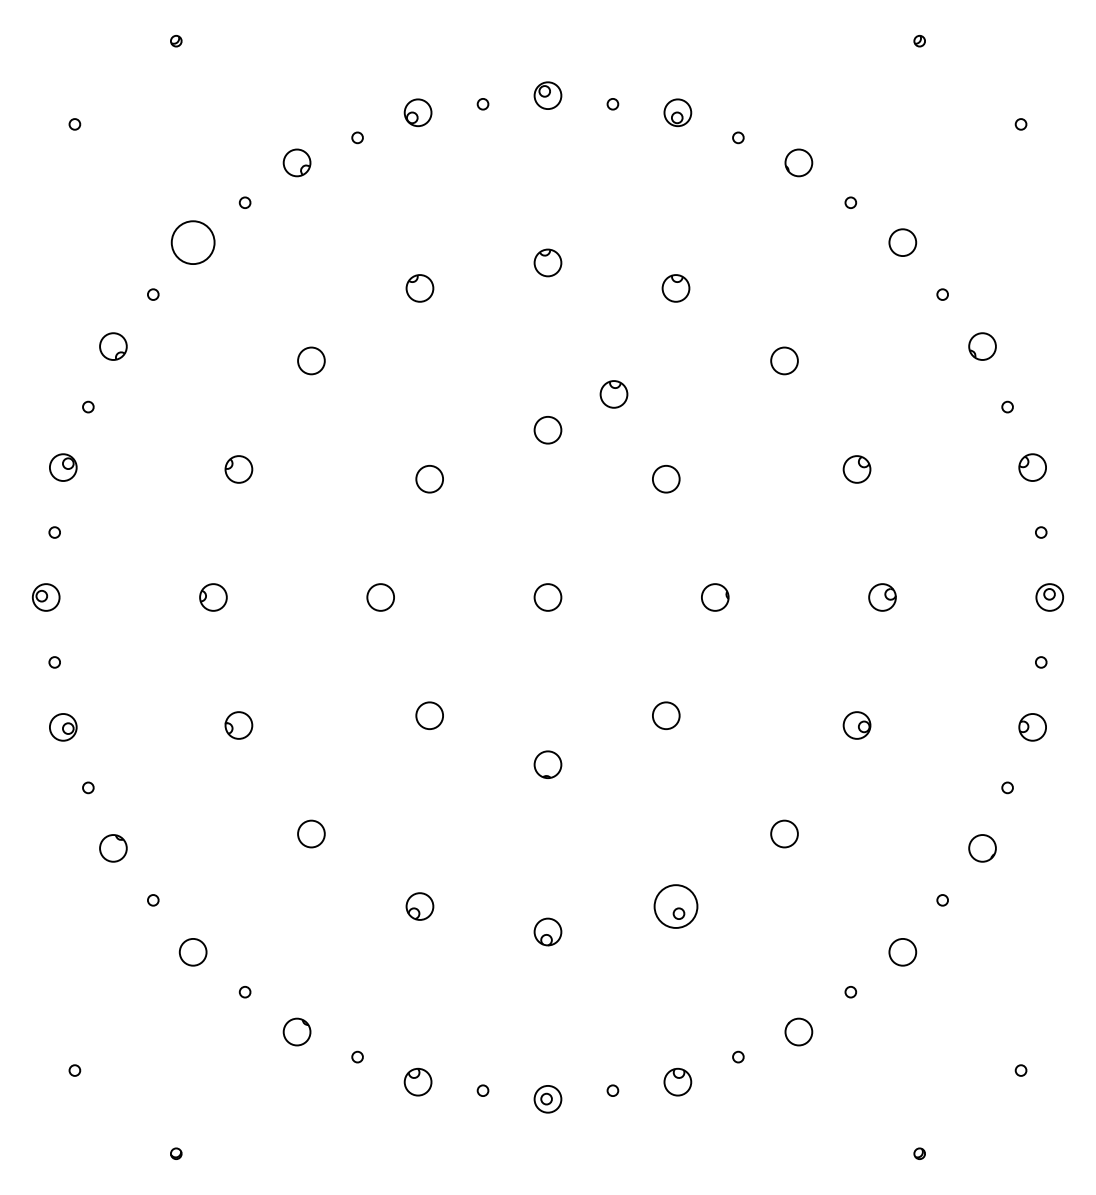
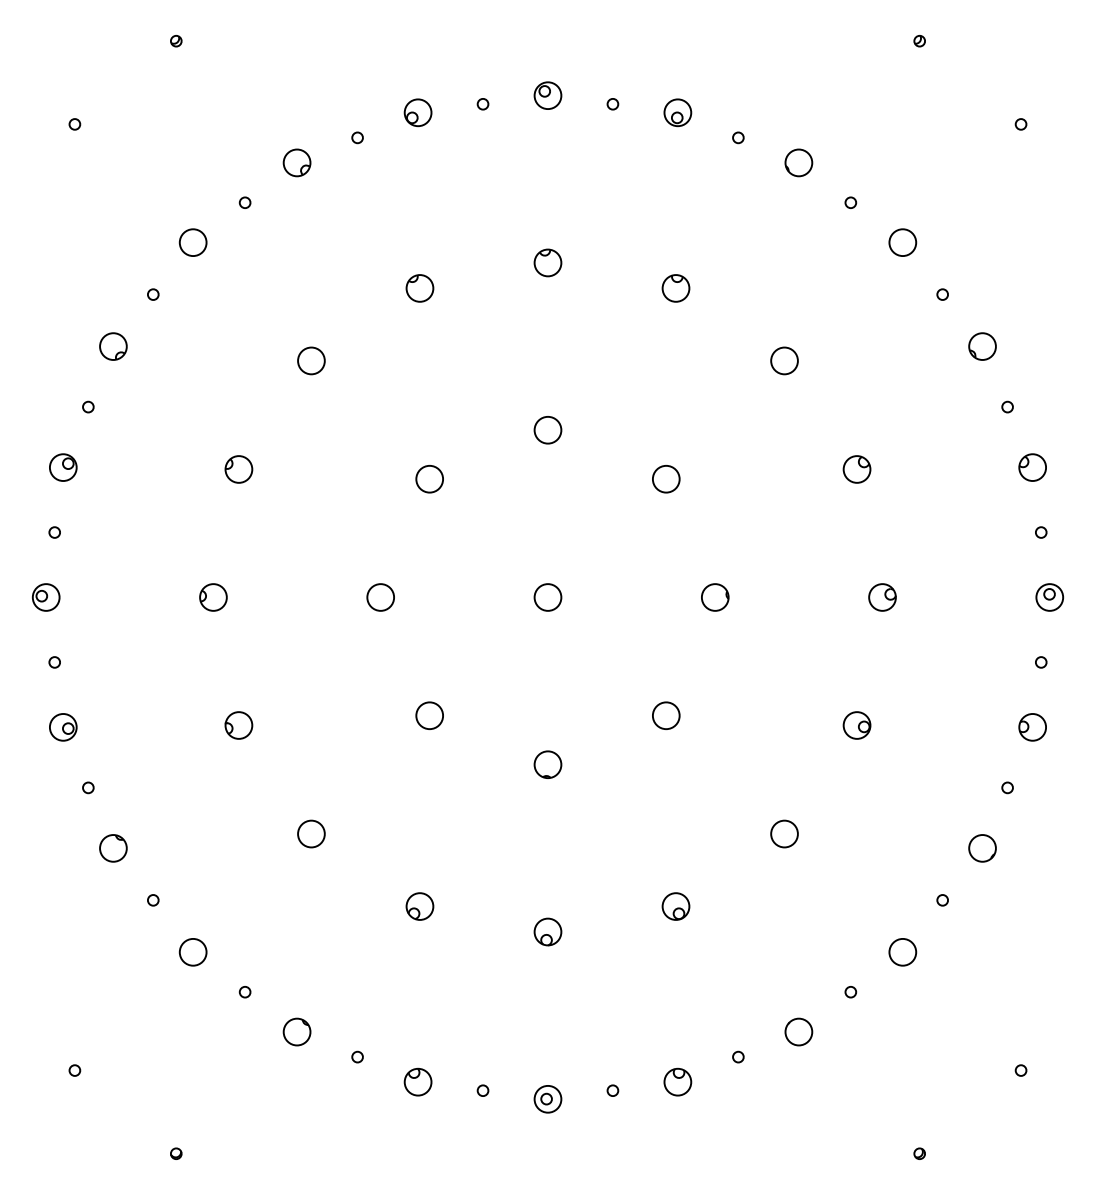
circle at (192, 242) diameter: 43 px -> 27 px
part at (613, 394): present -> none
circle at (675, 906) diameter: 43 px -> 27 px
